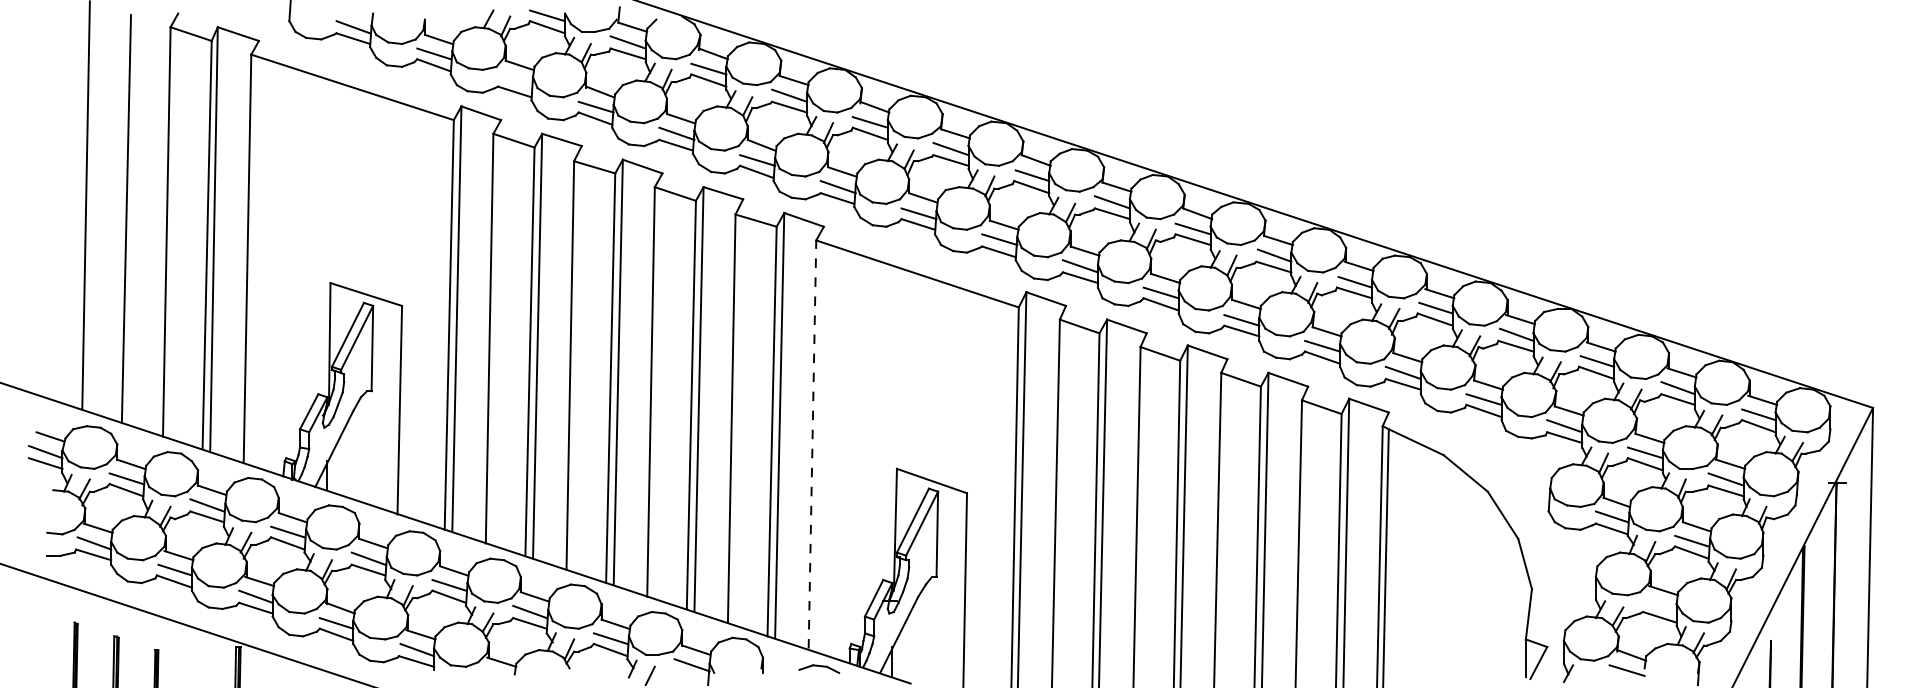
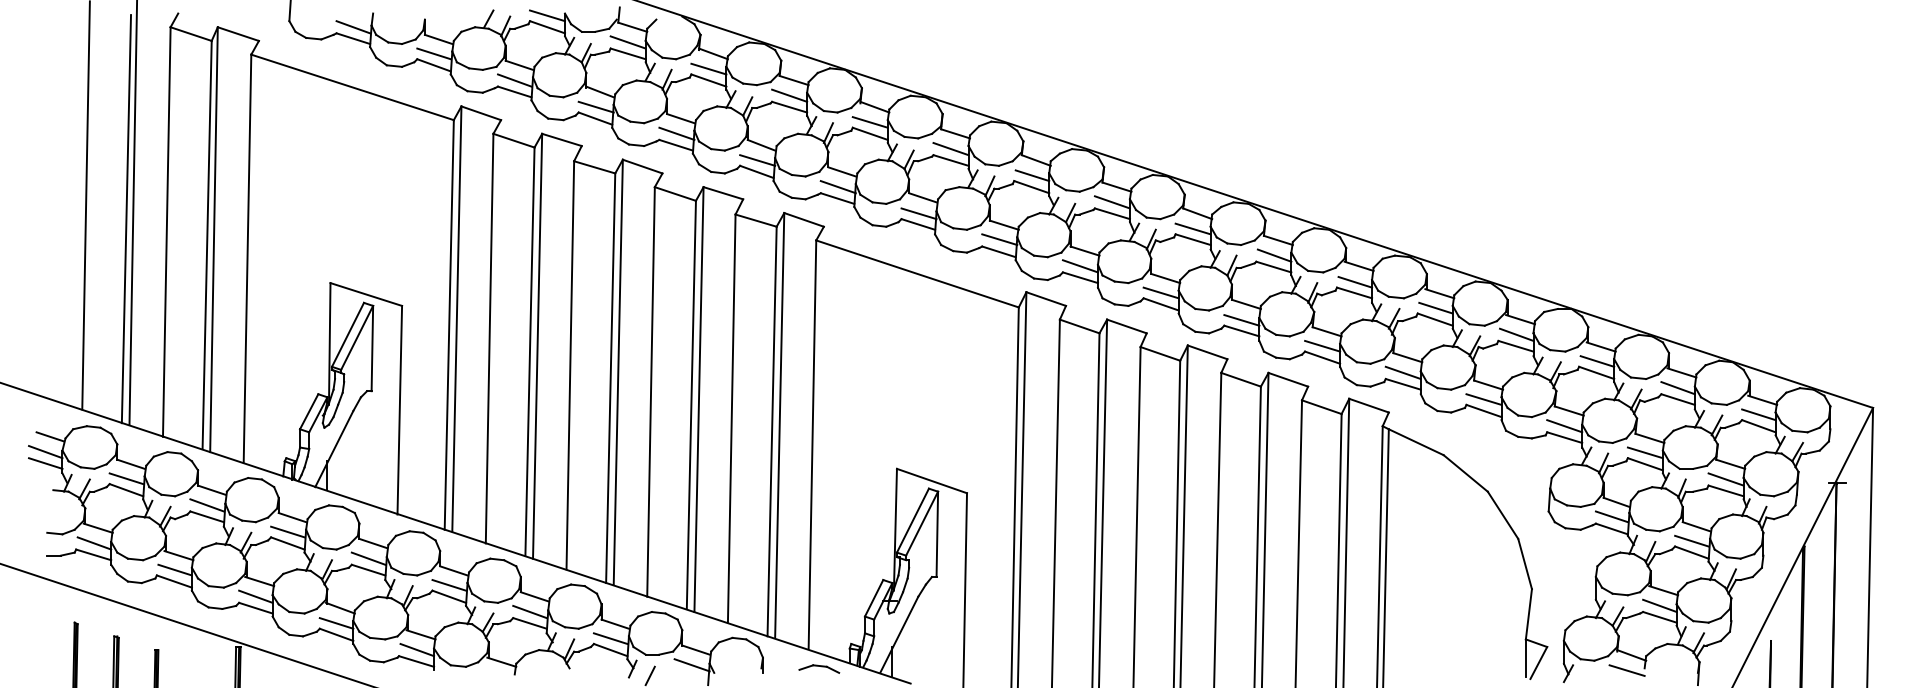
line at (514, 80): none -> present
line at (133, 213): none -> present
line at (812, 444): dashed -> solid
line at (1659, 605): none -> present
